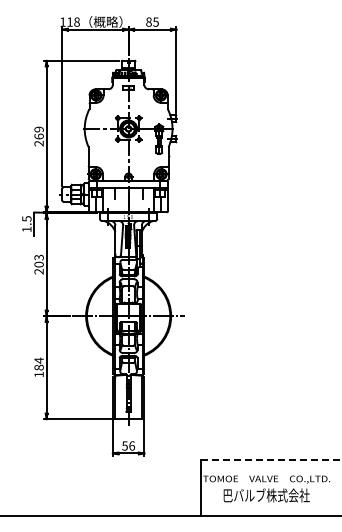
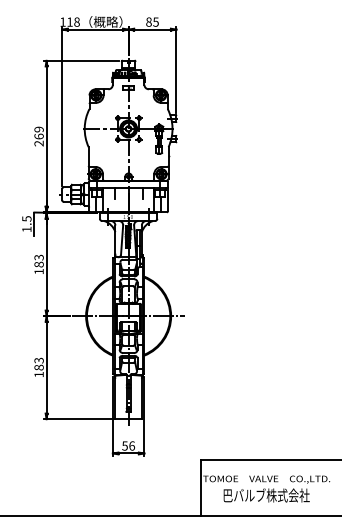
text at (38, 267): 203 -> 183
text at (38, 360): 184 -> 183
line at (272, 459): dashed -> solid
